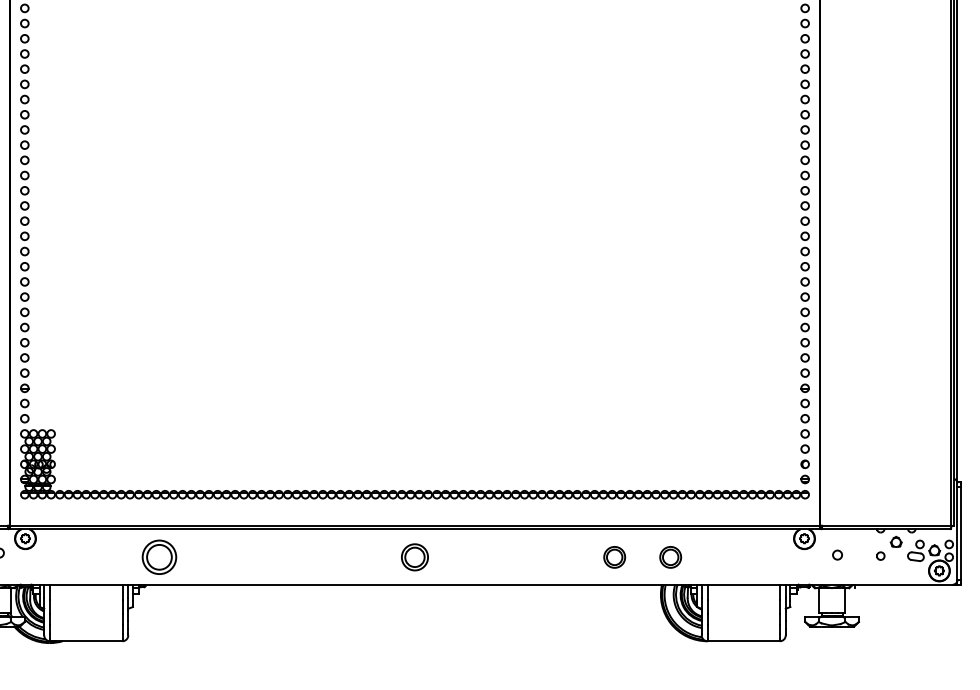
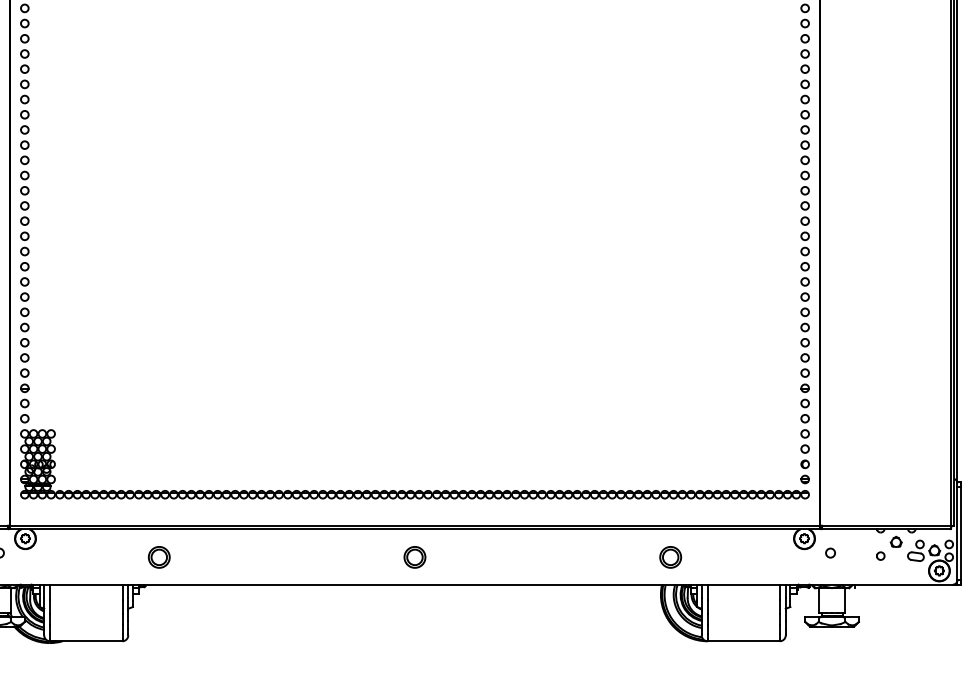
circle at (837, 554) position: (837, 554) -> (830, 552)
part at (159, 556) size: 37x36 px -> 24x23 px
part at (414, 557) size: 28x29 px -> 24x23 px
part at (614, 557): present -> none
